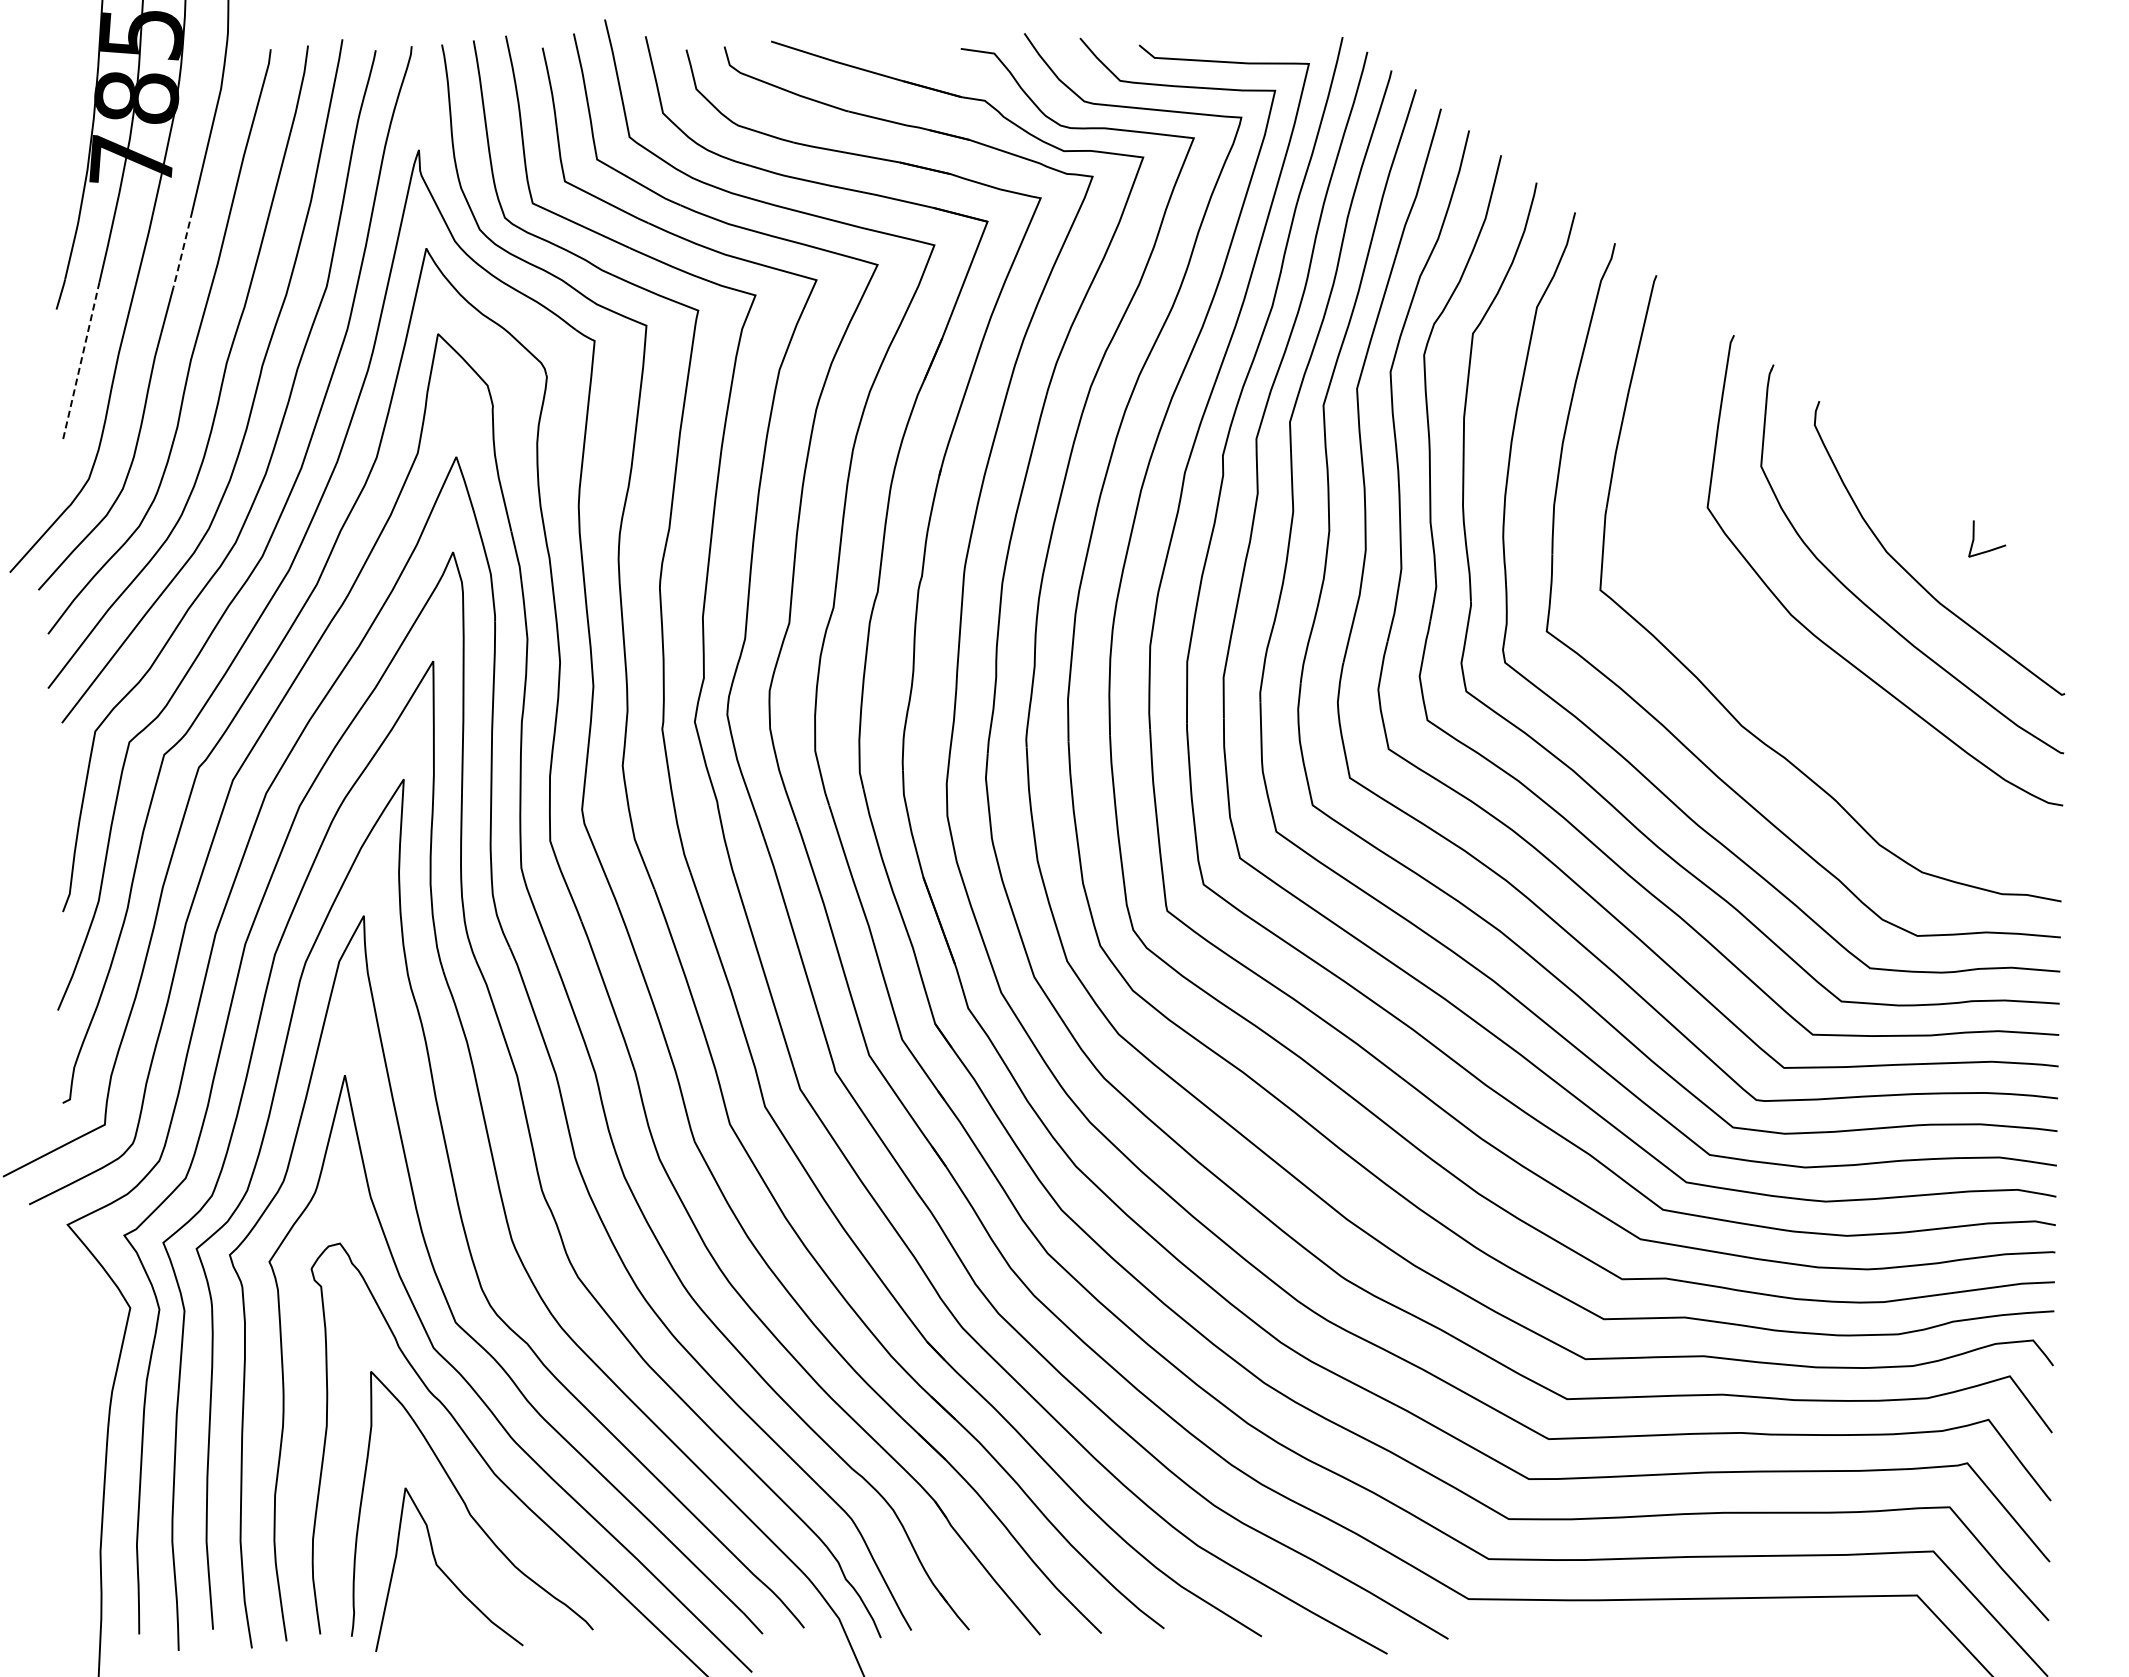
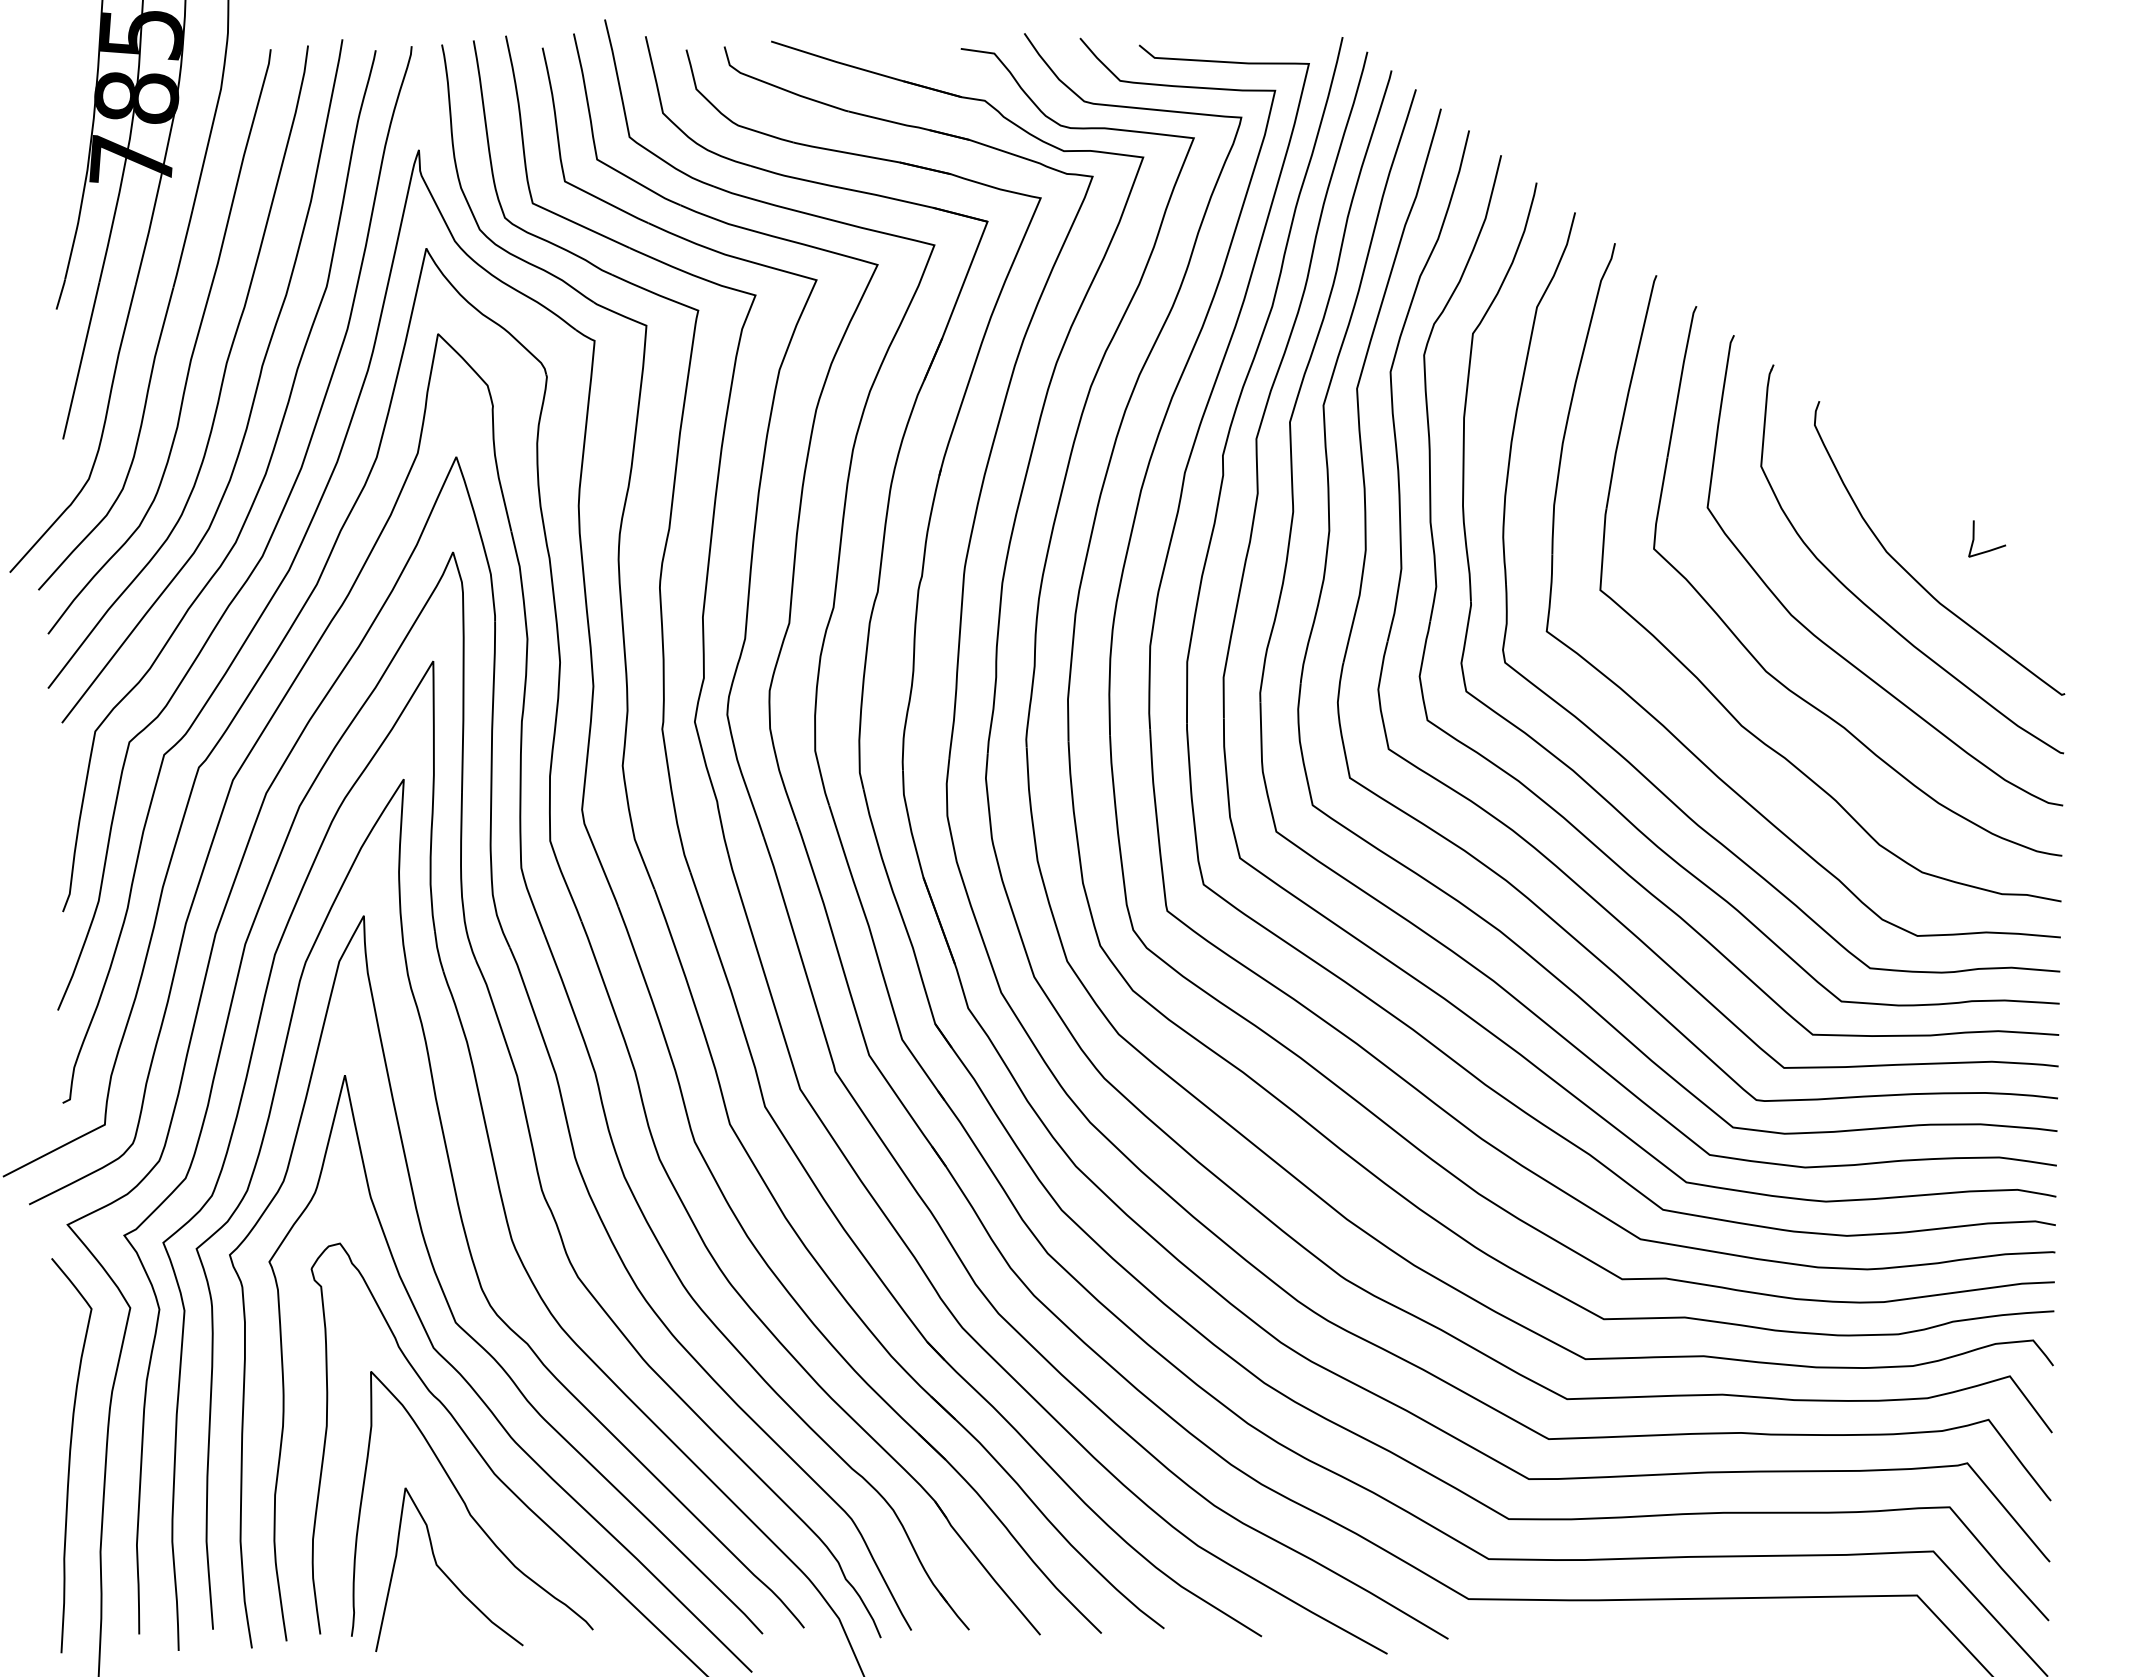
line at (183, 249): dashed -> solid
line at (81, 361): dashed -> solid
part at (1779, 680): none -> present
curve at (70, 1455): none -> present
